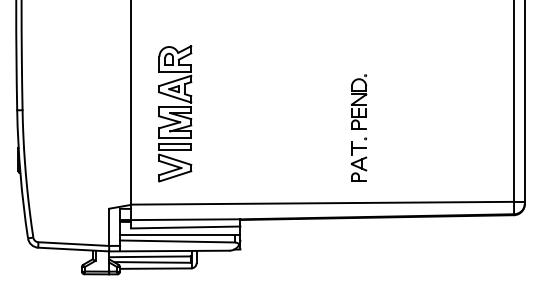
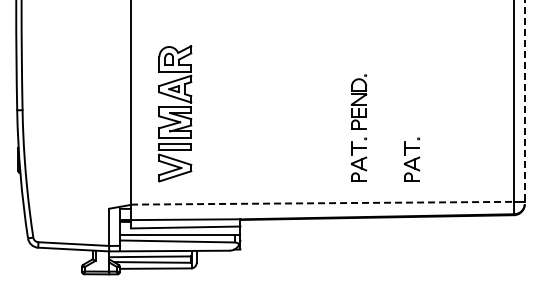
line at (524, 102): solid -> dashed
part at (412, 159): none -> present
line at (323, 203): solid -> dashed
